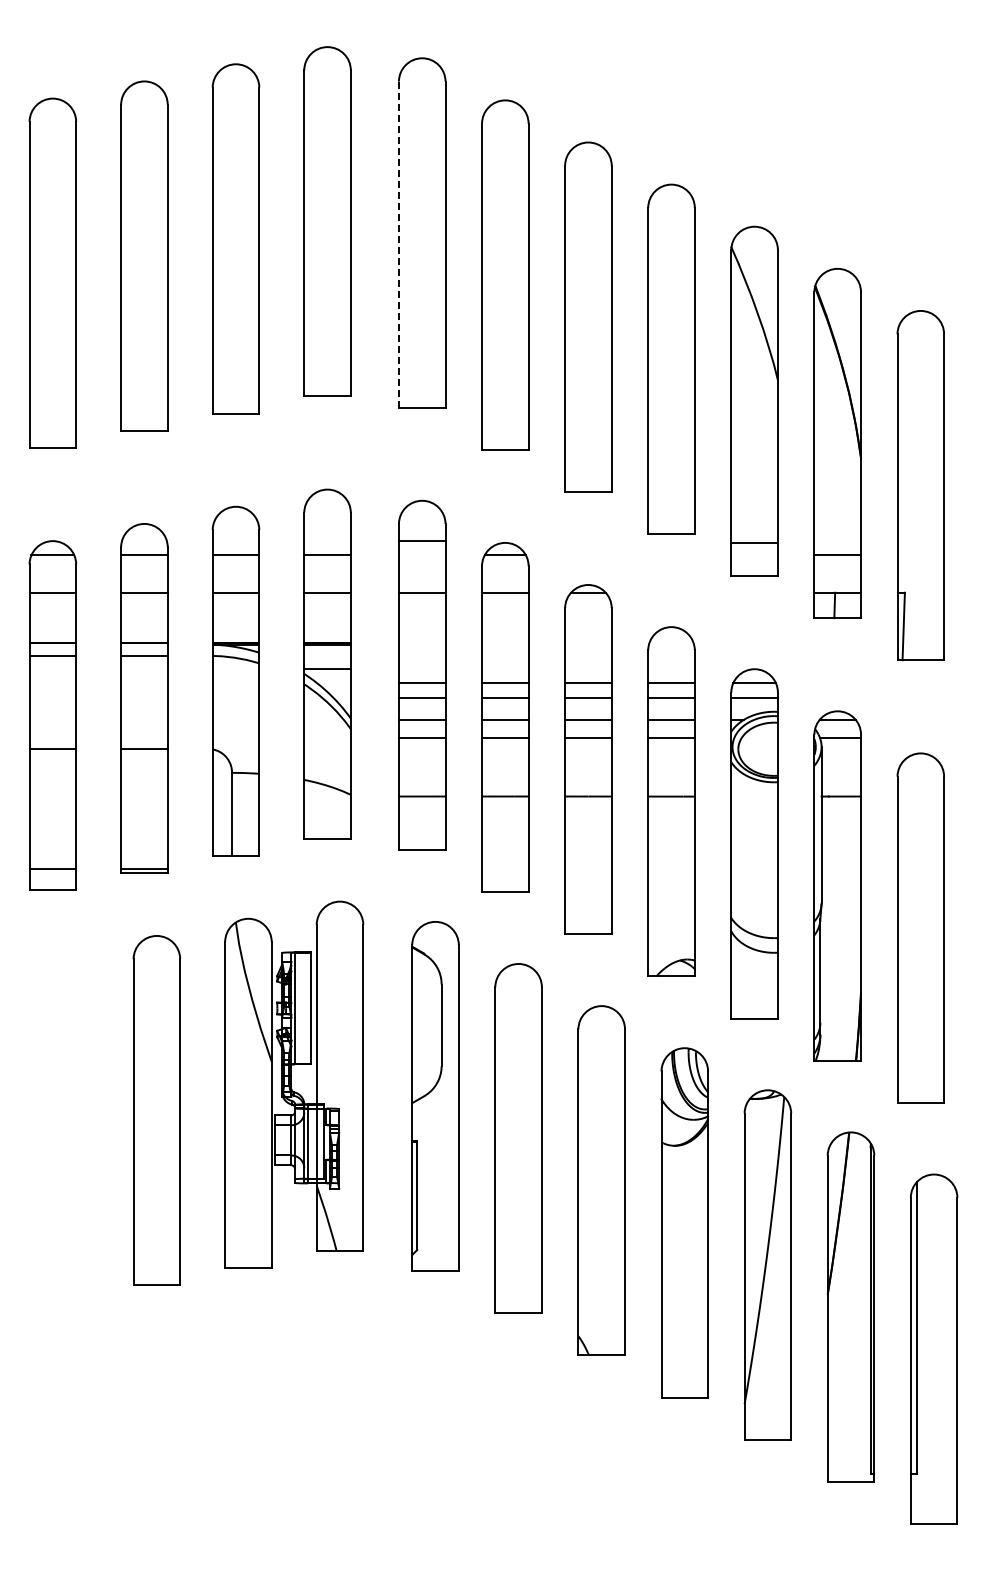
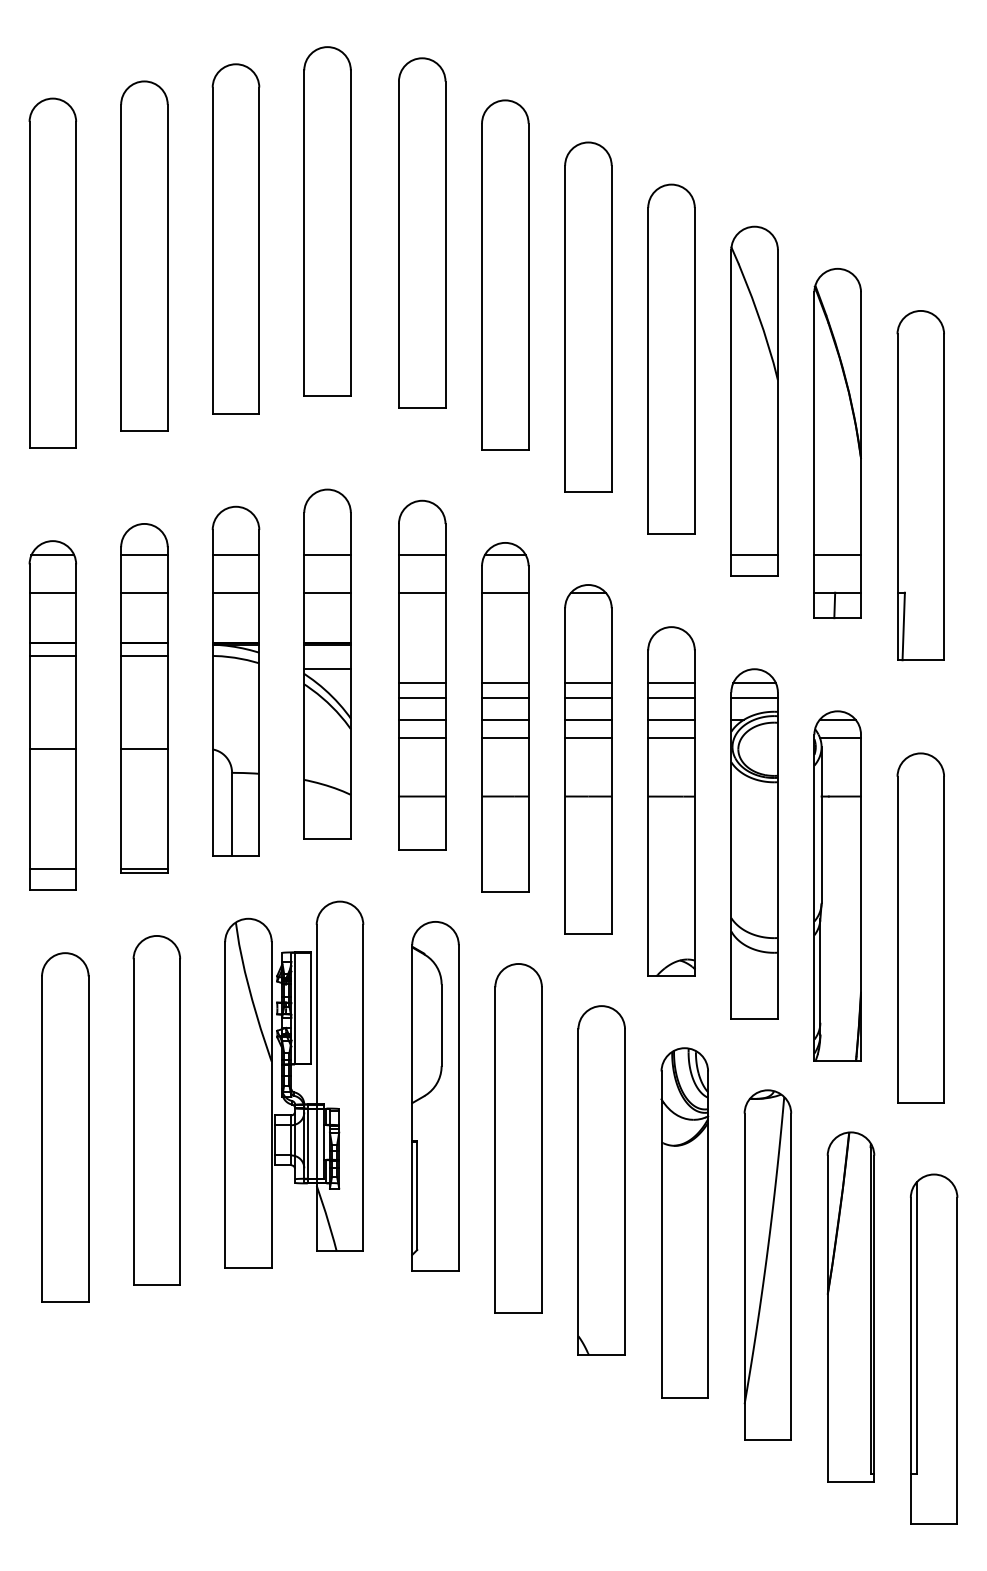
line at (398, 244): dashed -> solid
line at (421, 541) position: (421, 541) -> (421, 555)
line at (754, 543) position: (754, 543) -> (754, 555)
part at (65, 1127): none -> present
